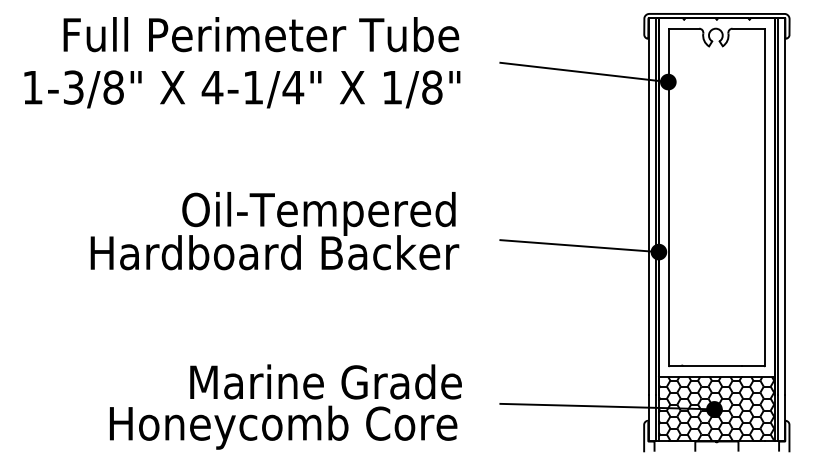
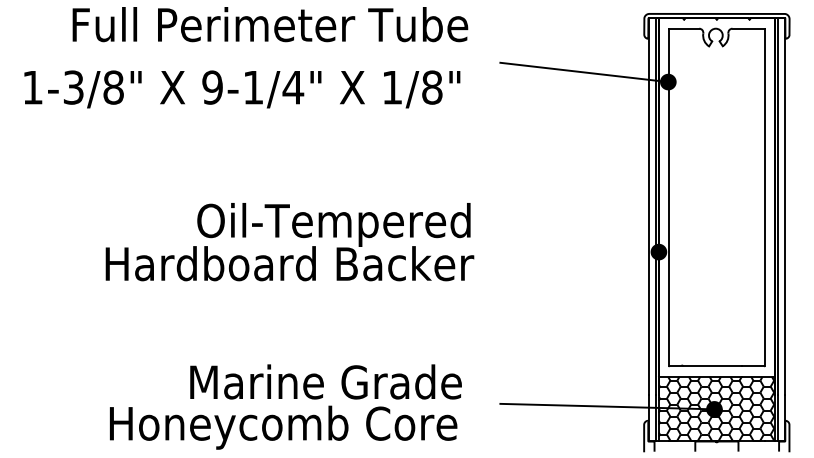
text at (261, 34) position: (261, 34) -> (270, 24)
text at (212, 87): 4-1/4" -> 9-1/4"
text at (274, 231) position: (274, 231) -> (289, 242)
line at (579, 246): present -> none
